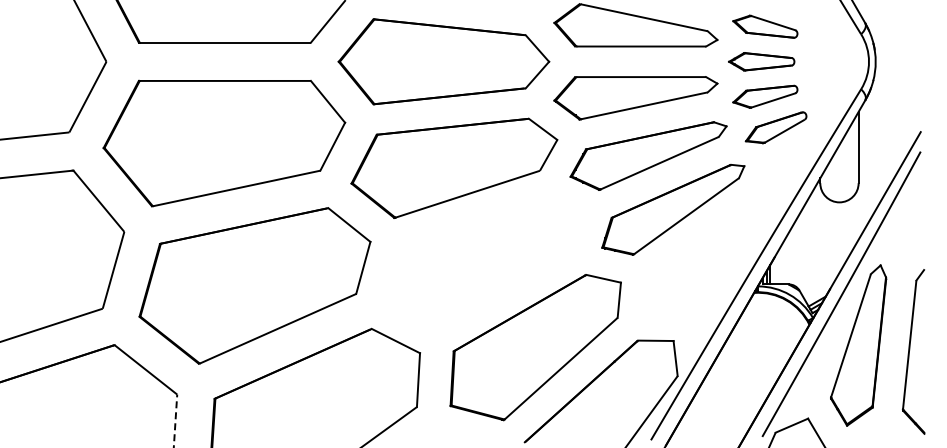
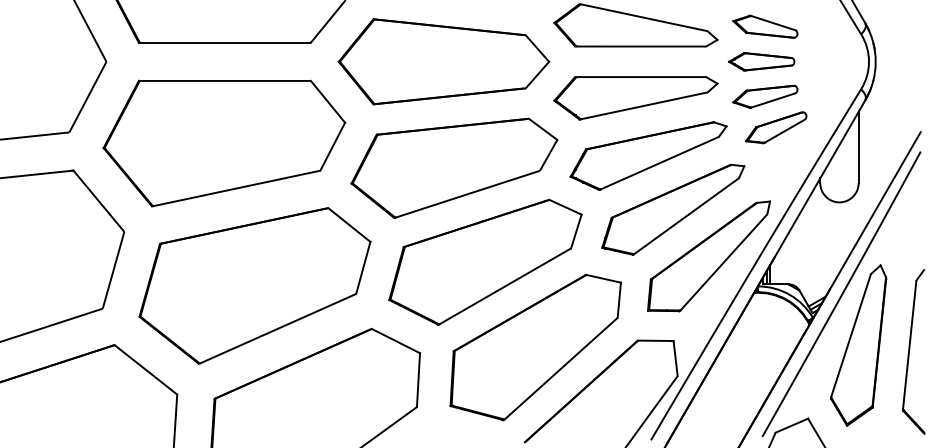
part at (708, 256): none -> present
part at (485, 261): none -> present
line at (175, 420): dashed -> solid
